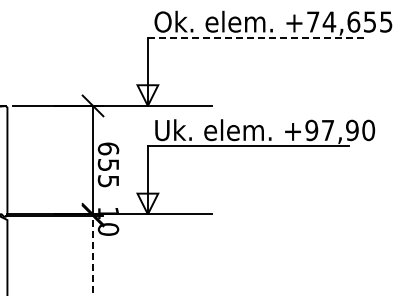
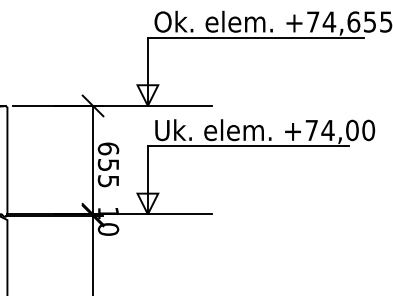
line at (255, 37): dashed -> solid
text at (331, 130): +97,90 -> +74,00
line at (93, 255): dashed -> solid
